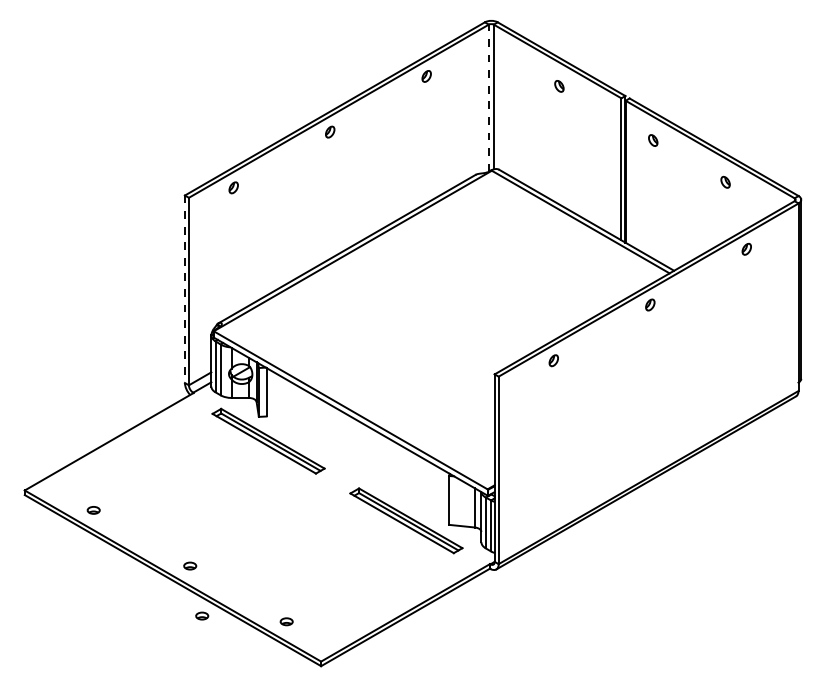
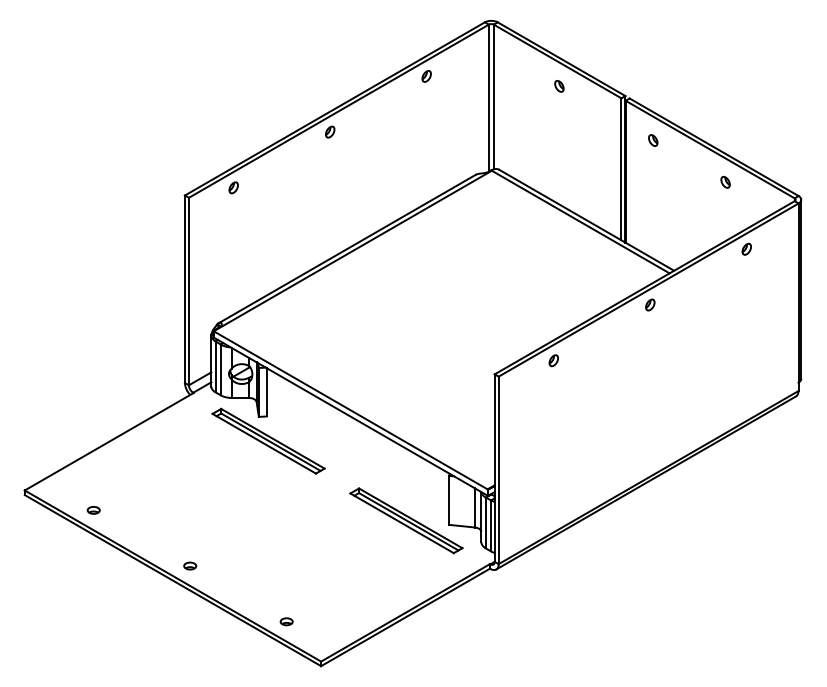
line at (488, 97): dashed -> solid
line at (184, 289): dashed -> solid
part at (202, 615): present -> none
